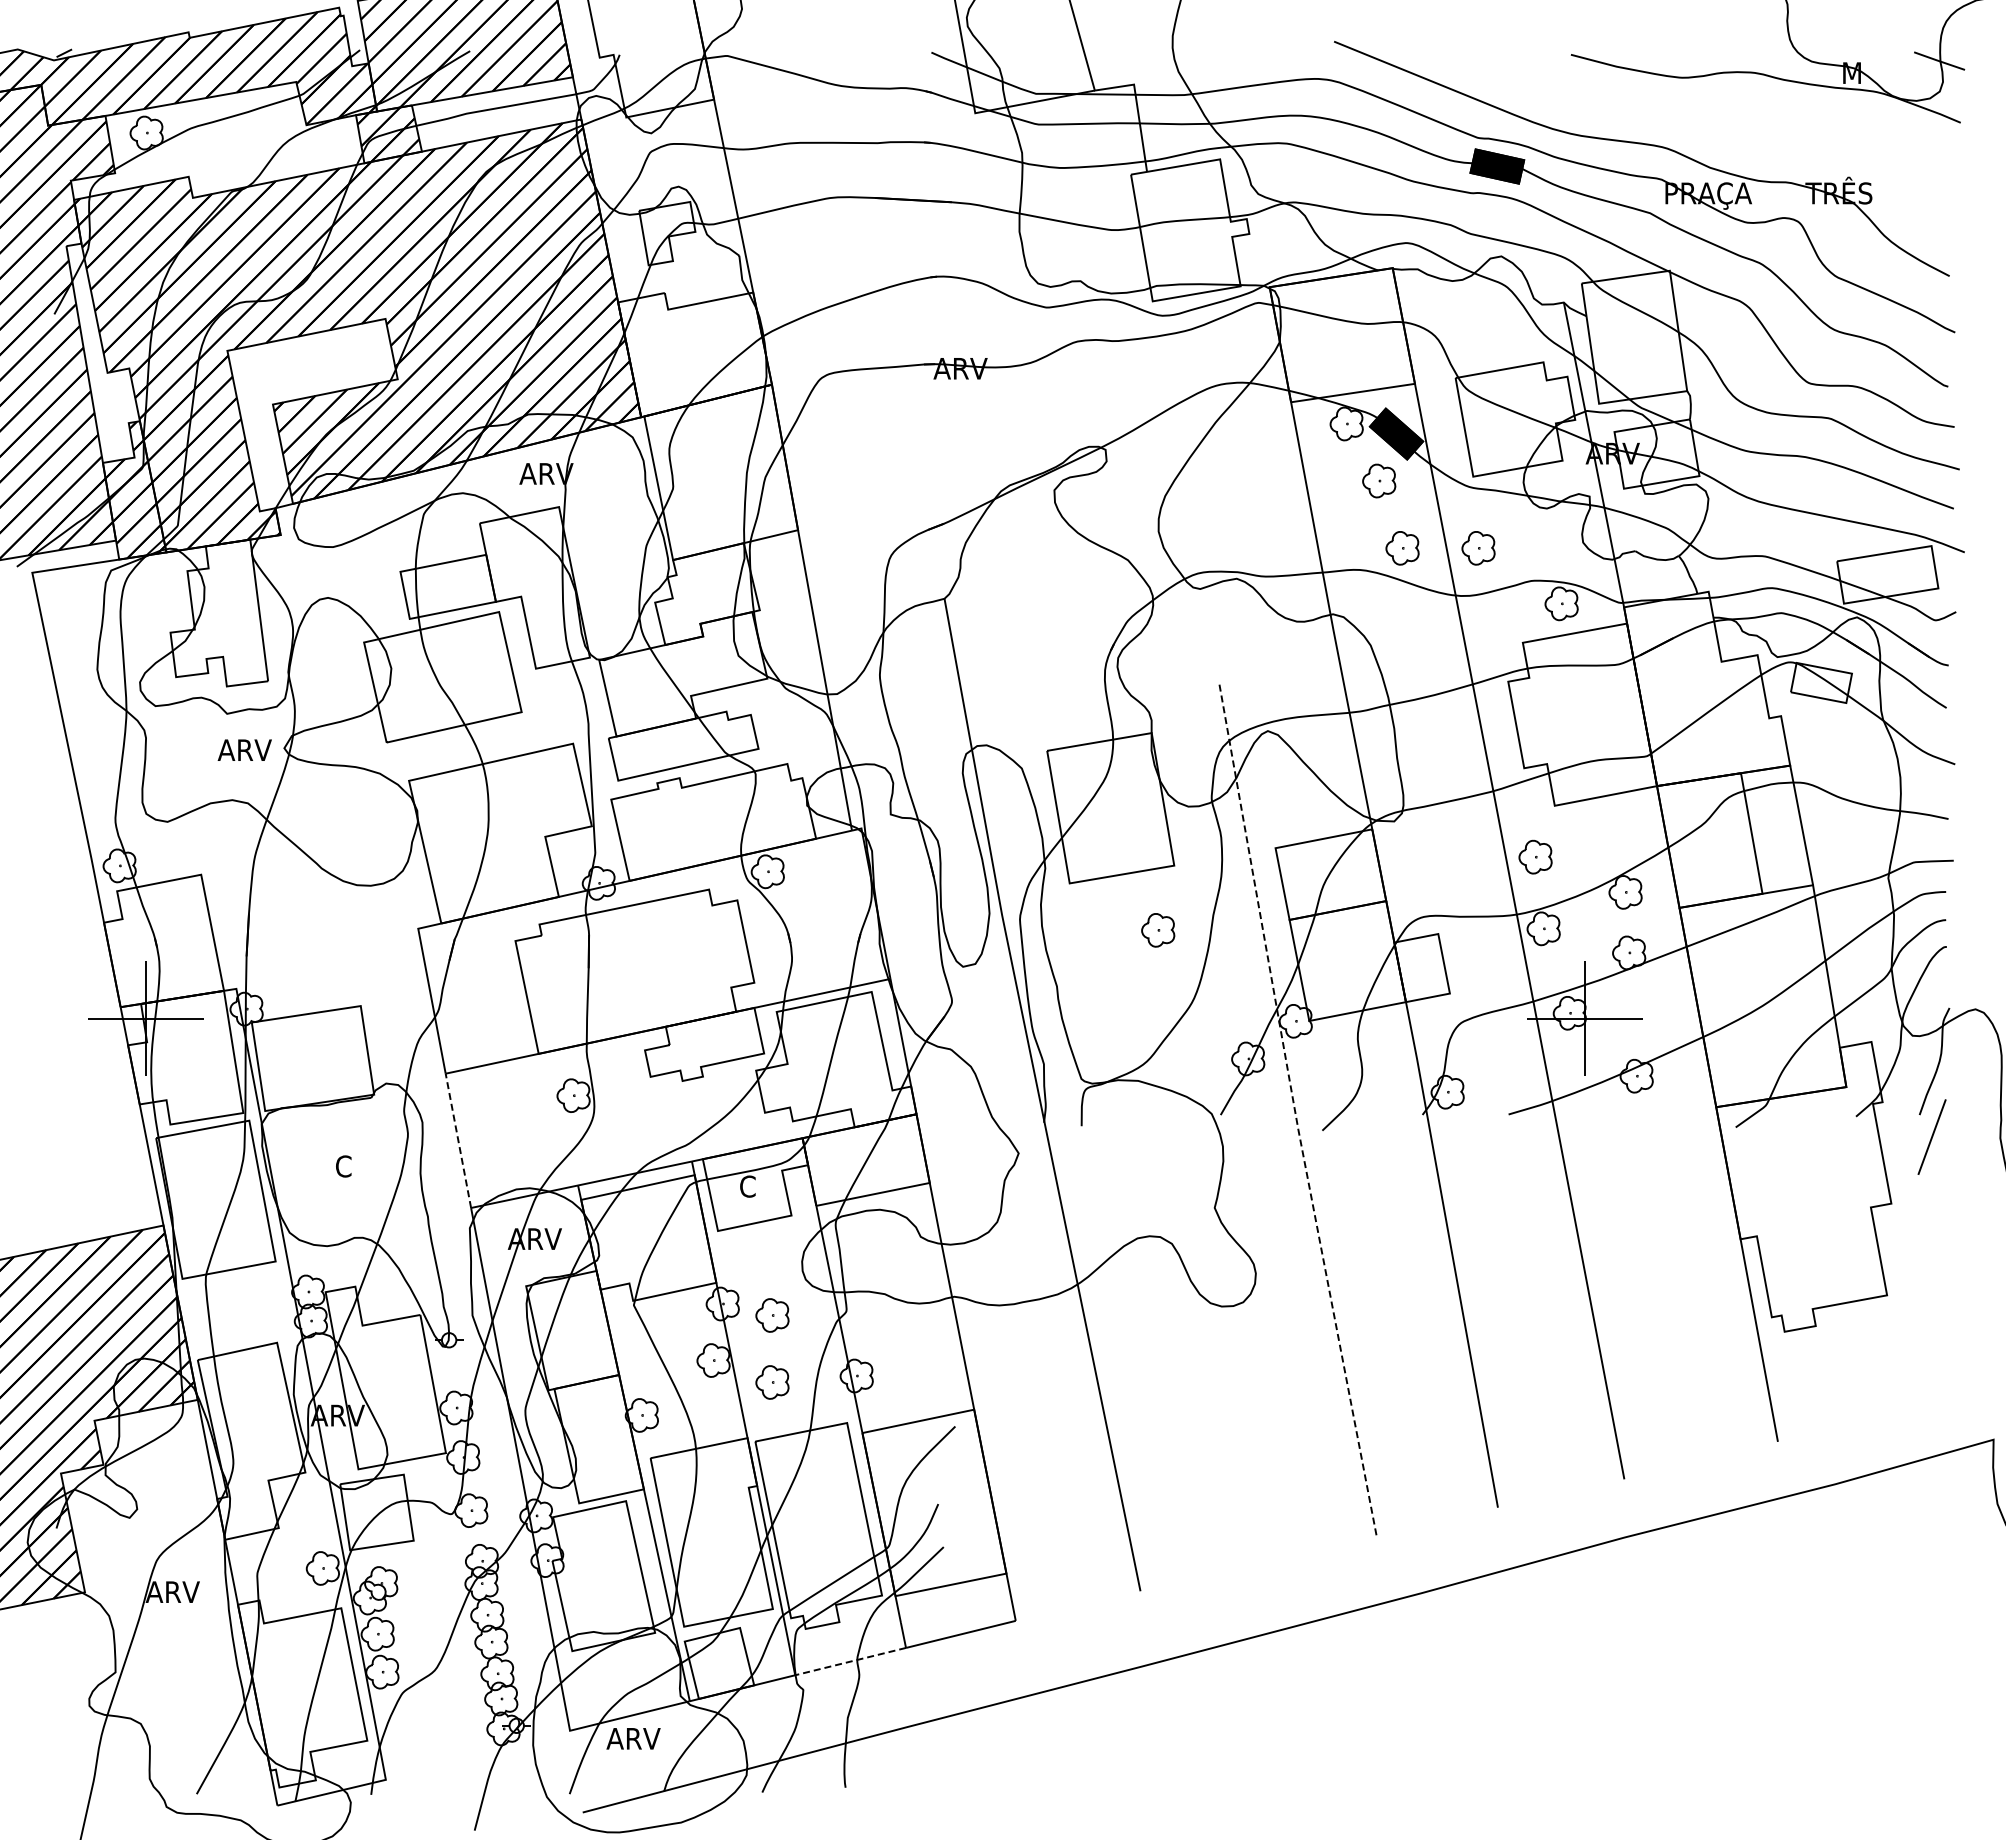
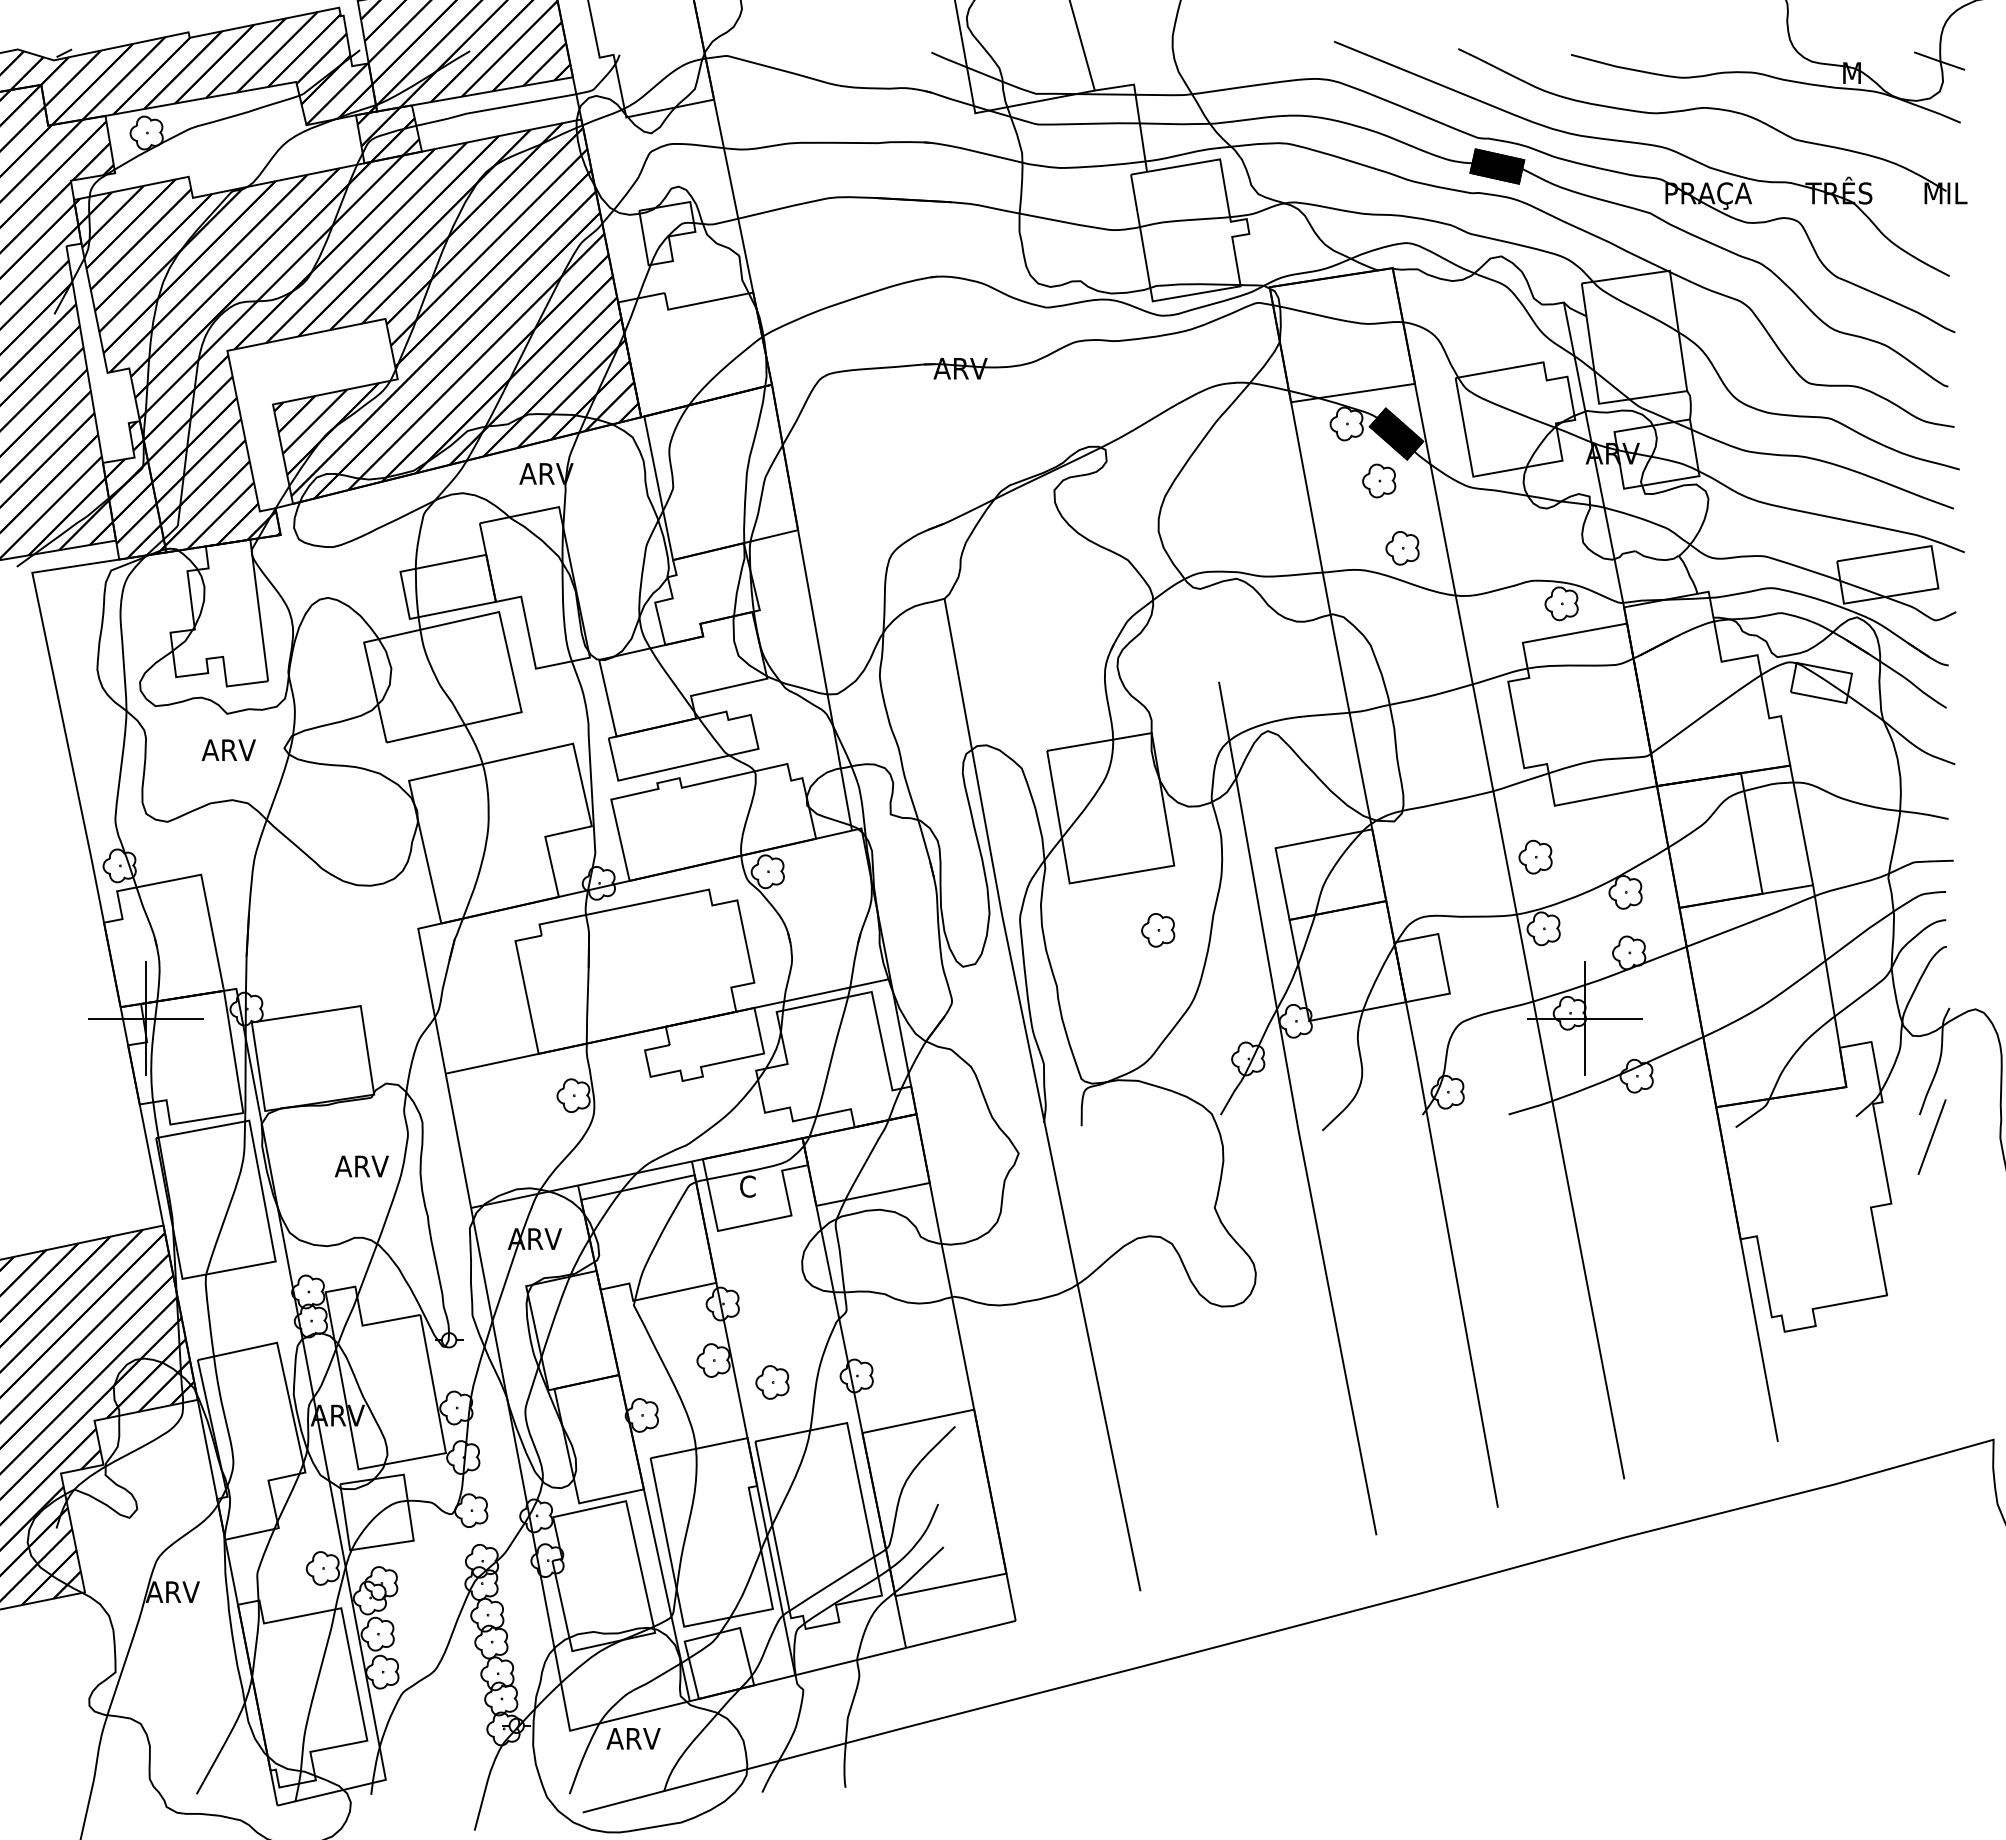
part at (1712, 109): none -> present
part at (1478, 548): present -> none
text at (244, 749) position: (244, 749) -> (228, 749)
line at (1294, 1109): dashed -> solid
line at (458, 1140): dashed -> solid
text at (361, 1166): C -> ARV
part at (772, 1315): present -> none
line at (850, 1661): dashed -> solid
